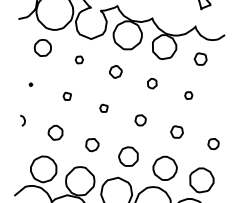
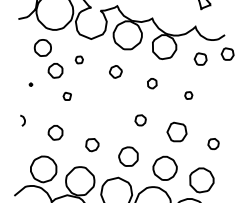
part at (227, 53): none -> present
part at (55, 70): none -> present
part at (103, 107): present -> none
part at (176, 131) size: 14x14 px -> 22x22 px
